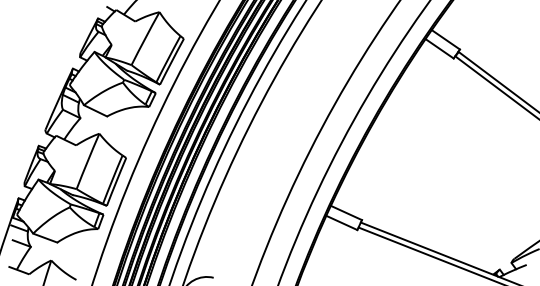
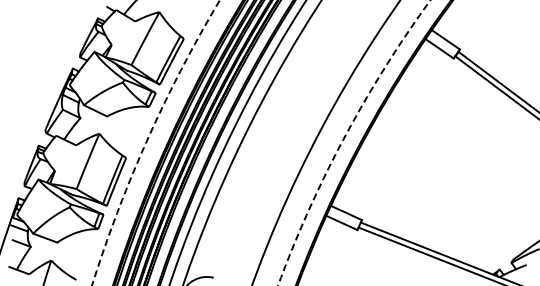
arc at (344, 137): solid -> dashed
arc at (148, 138): solid -> dashed
